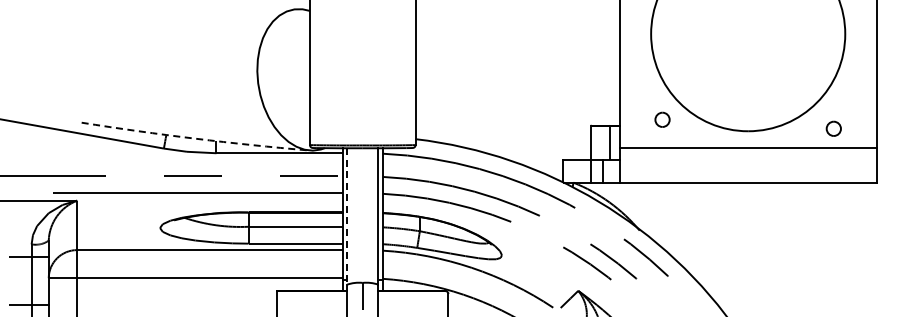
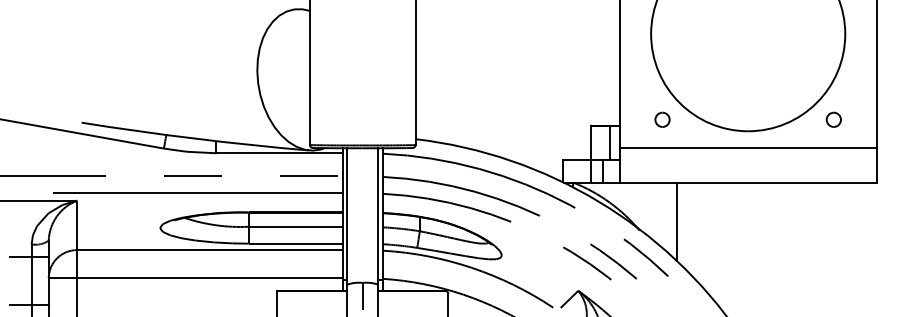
part at (833, 128) position: (833, 128) -> (833, 119)
arc at (195, 138): dashed -> solid
line at (347, 216): dashed -> solid
line at (676, 221): none -> present
